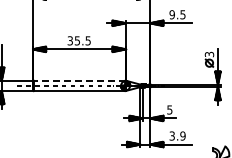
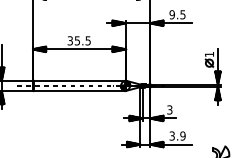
text at (209, 54): 3 -> 1
line at (79, 80): dashed -> solid
text at (169, 109): 5 -> 3
